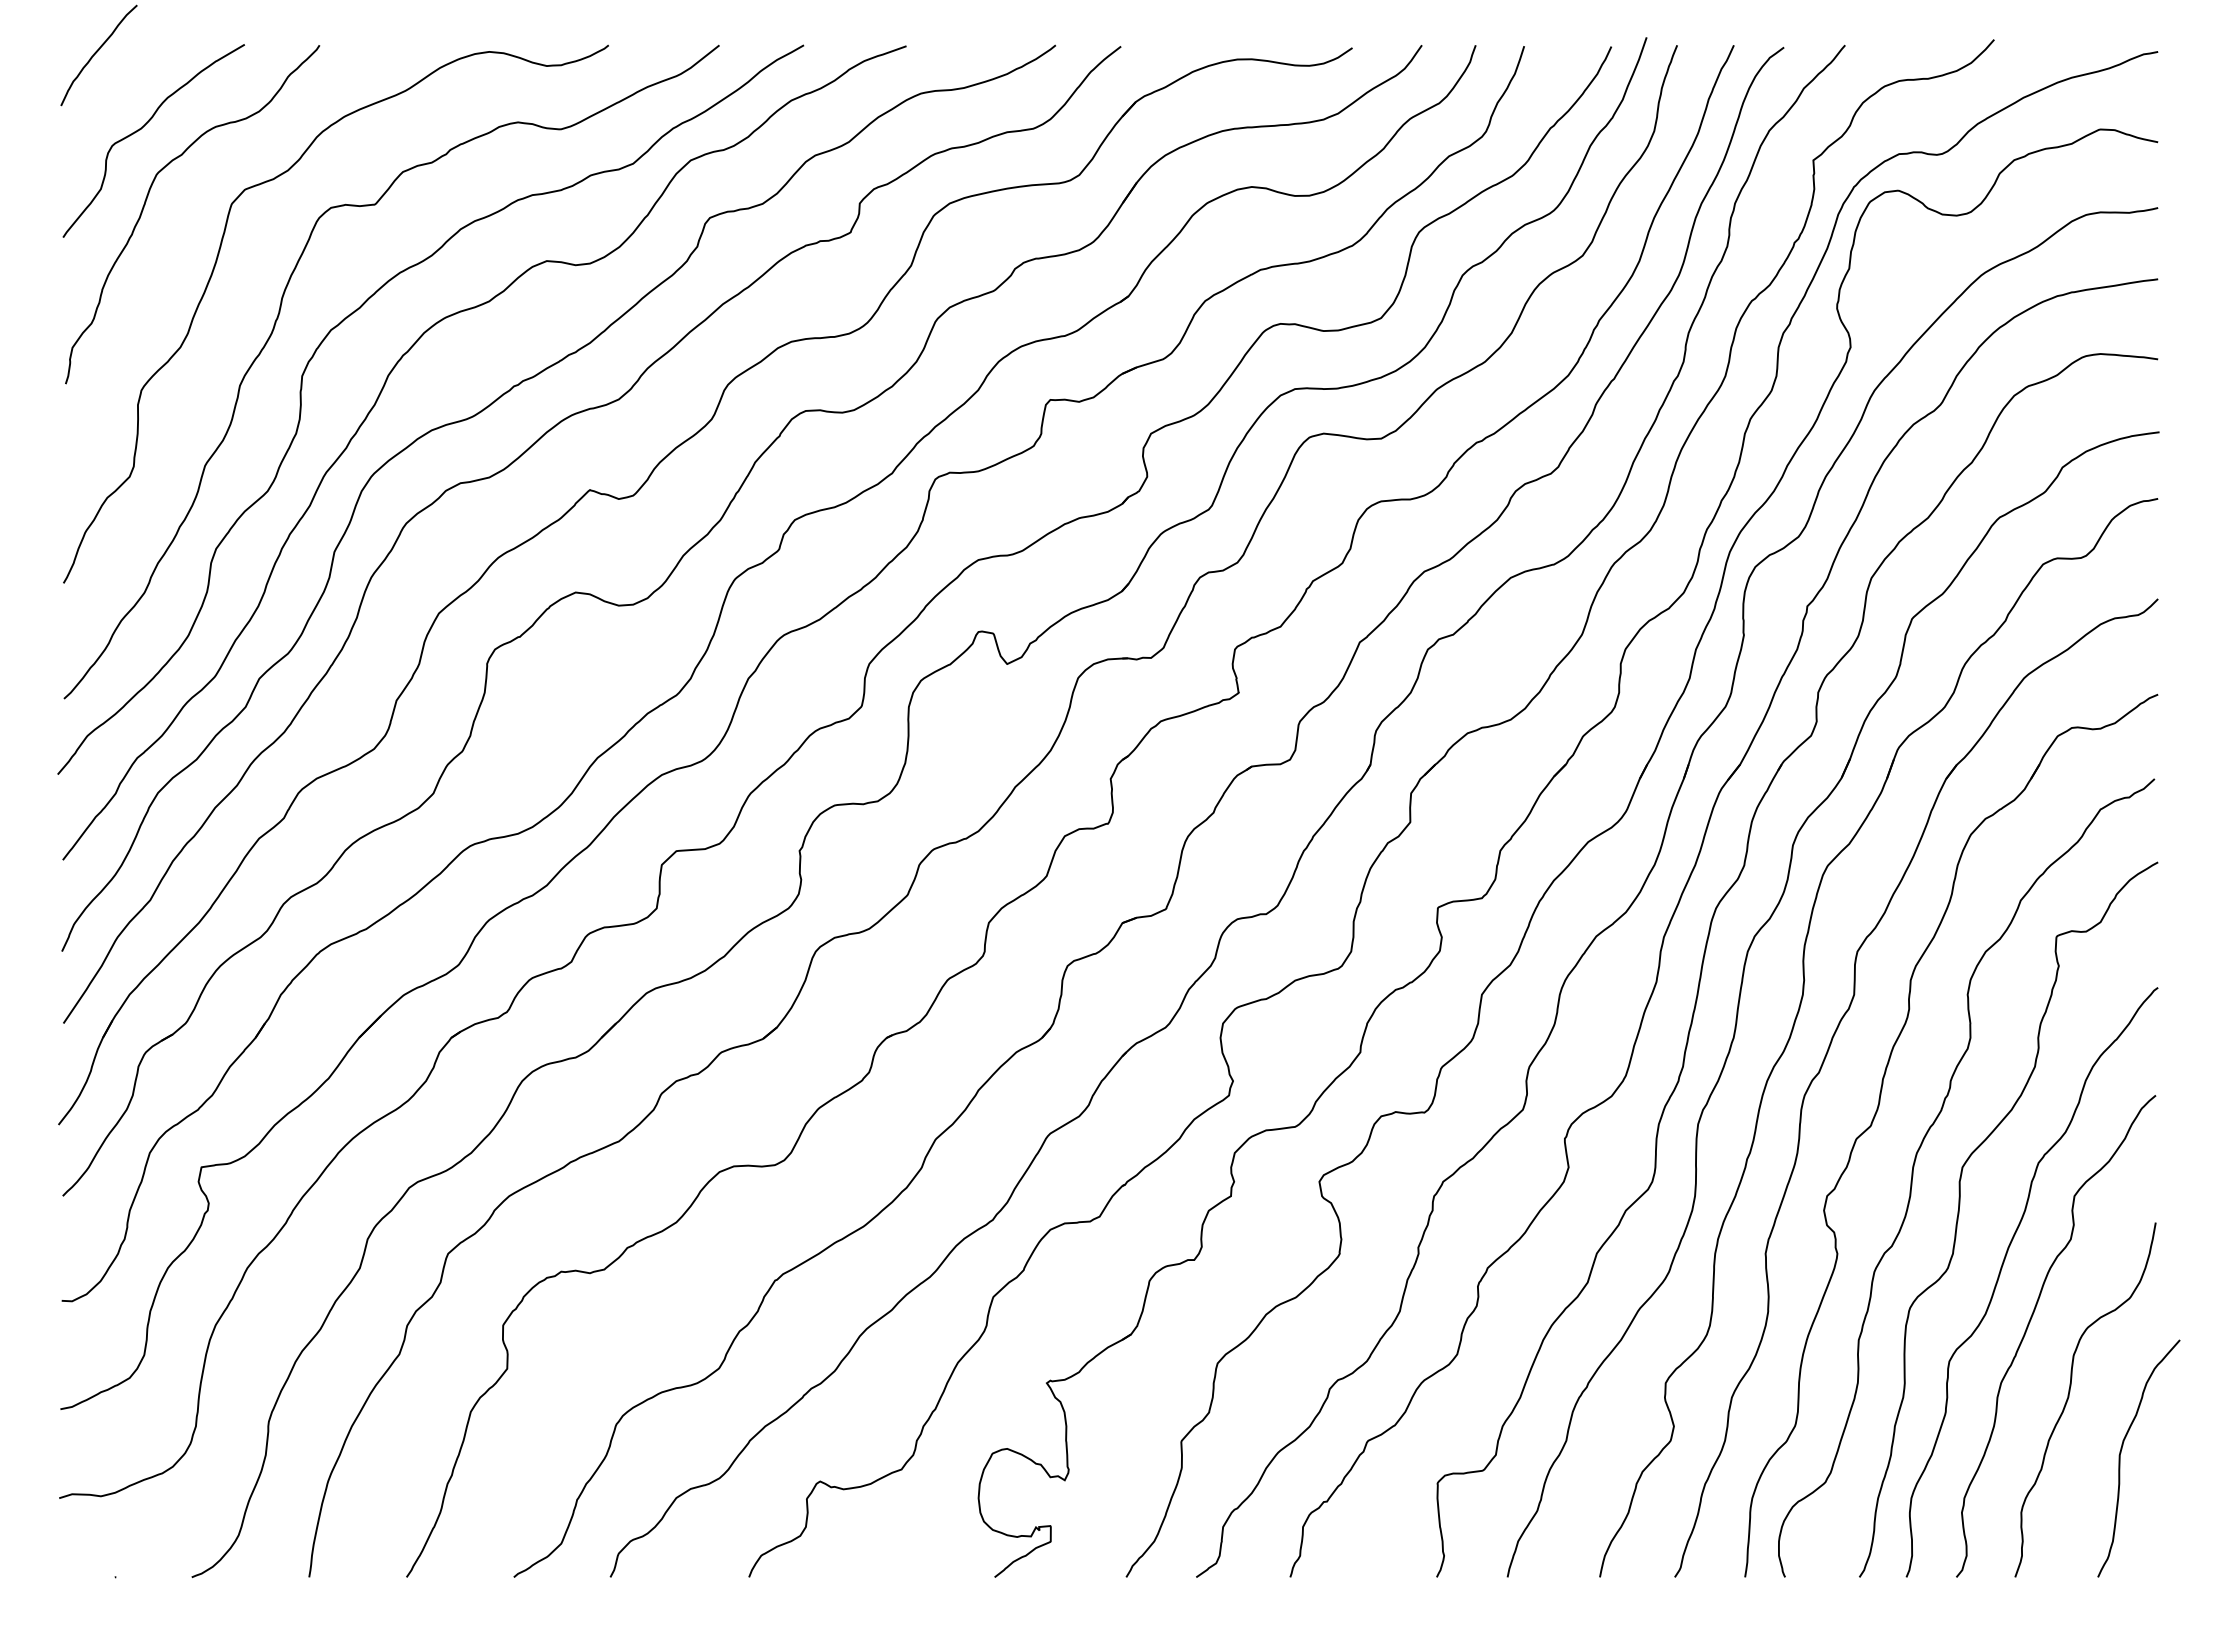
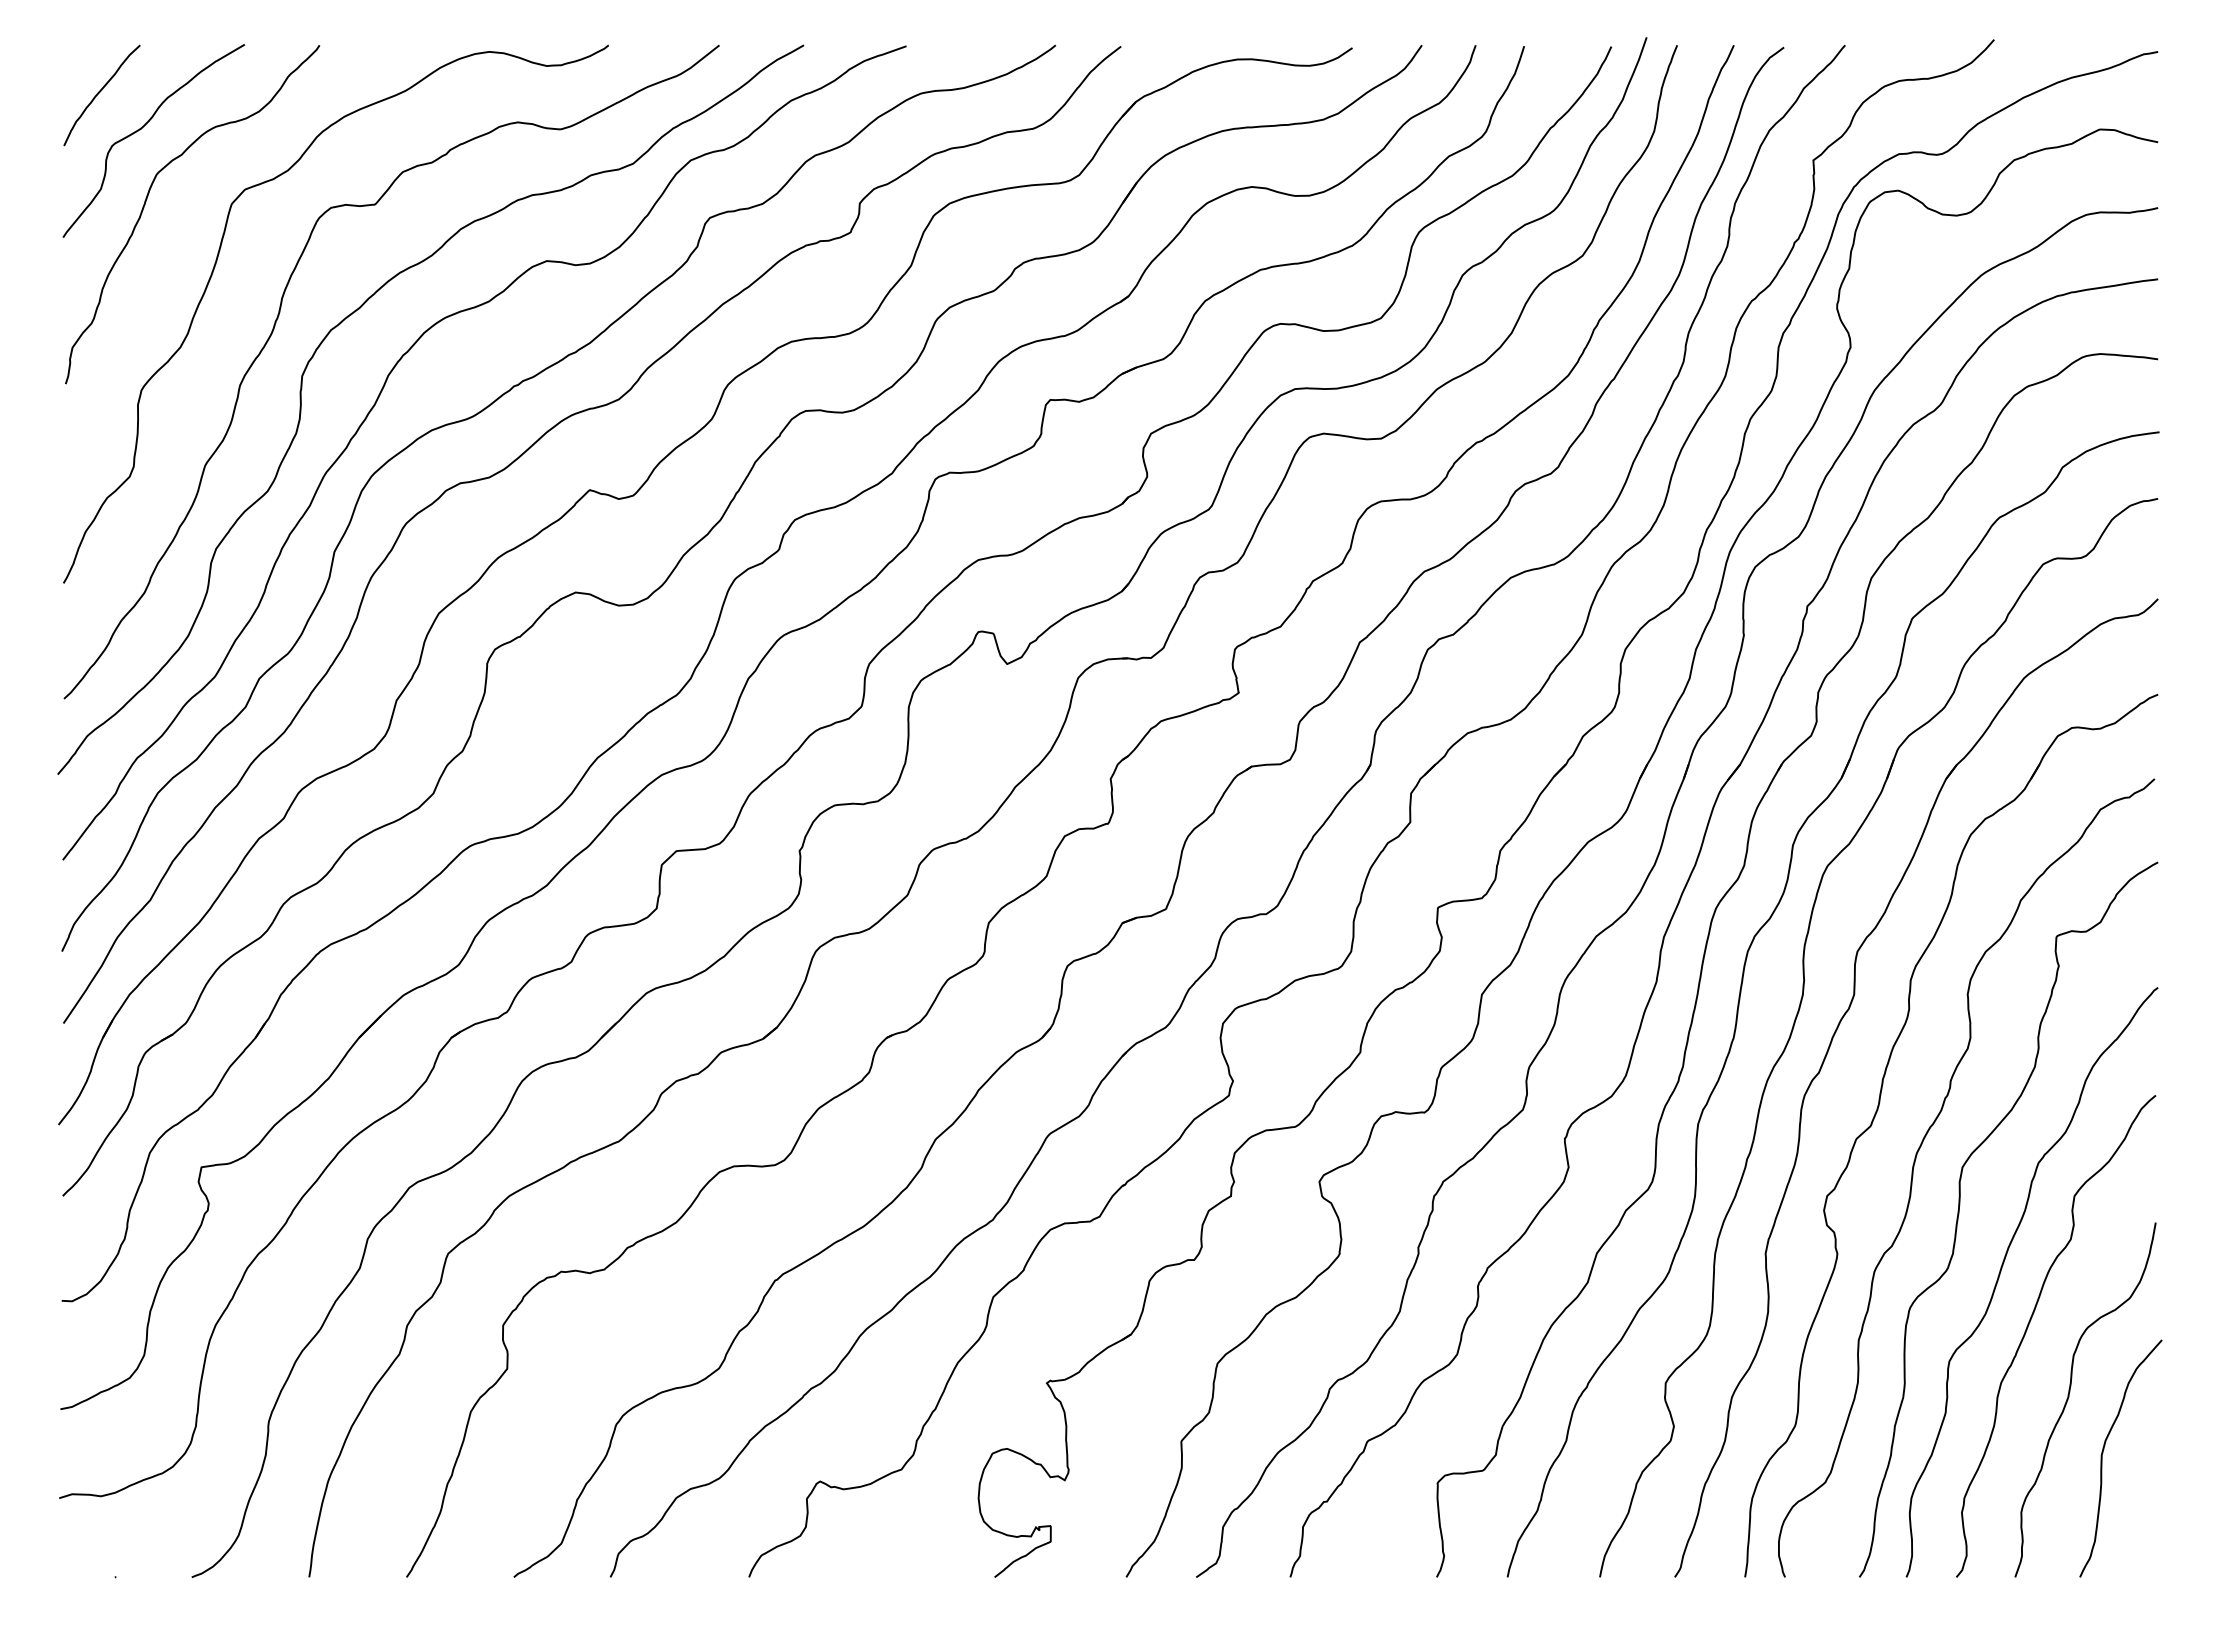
curve at (96, 53) position: (96, 53) -> (99, 93)
curve at (2121, 1453) position: (2121, 1453) -> (2103, 1453)
